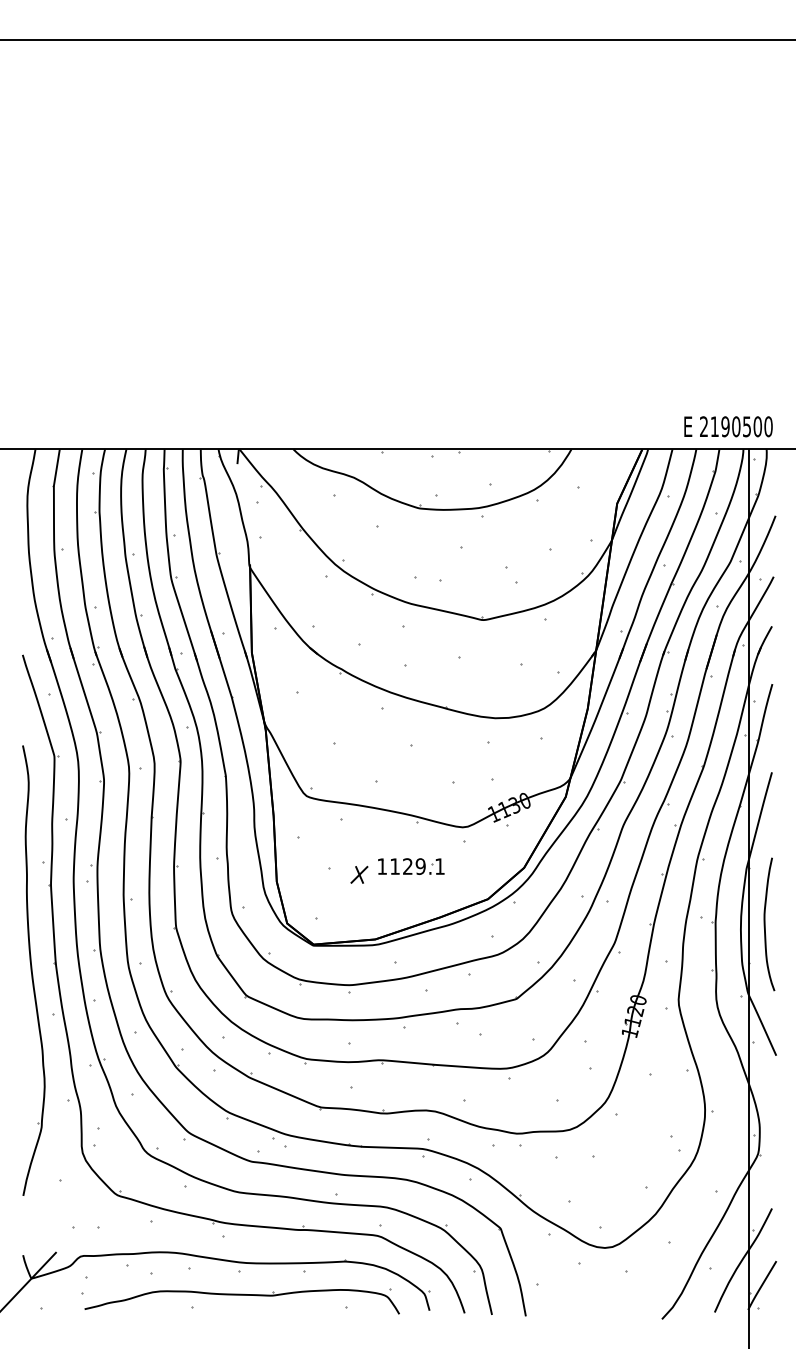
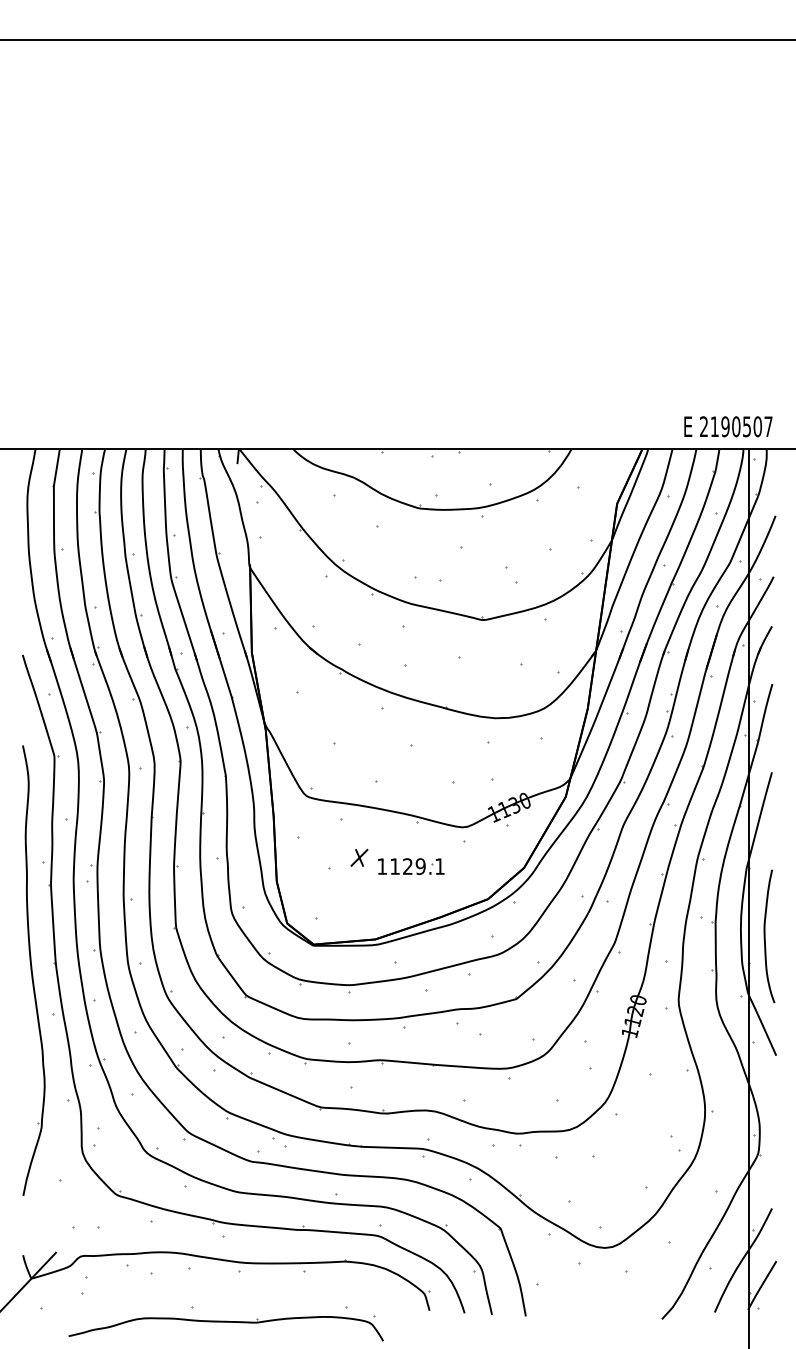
text at (768, 426): 2190500 -> 2190507
part at (359, 874) position: (359, 874) -> (359, 857)
curve at (765, 924) position: (765, 924) -> (765, 936)
part at (241, 1301) position: (241, 1301) -> (225, 1328)
